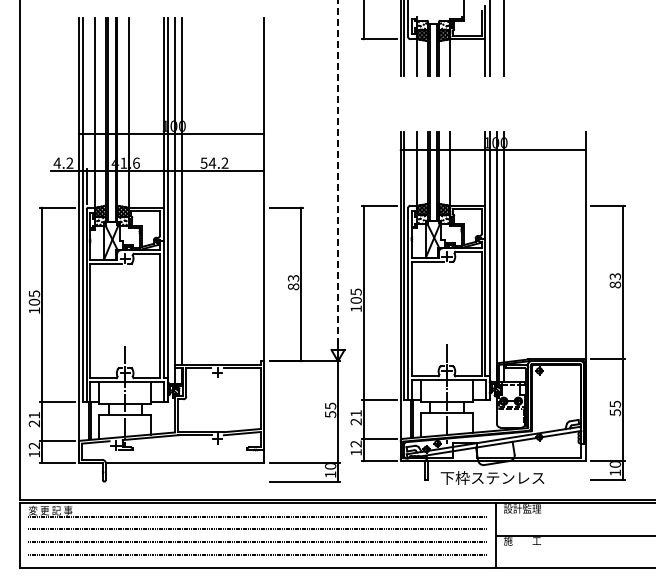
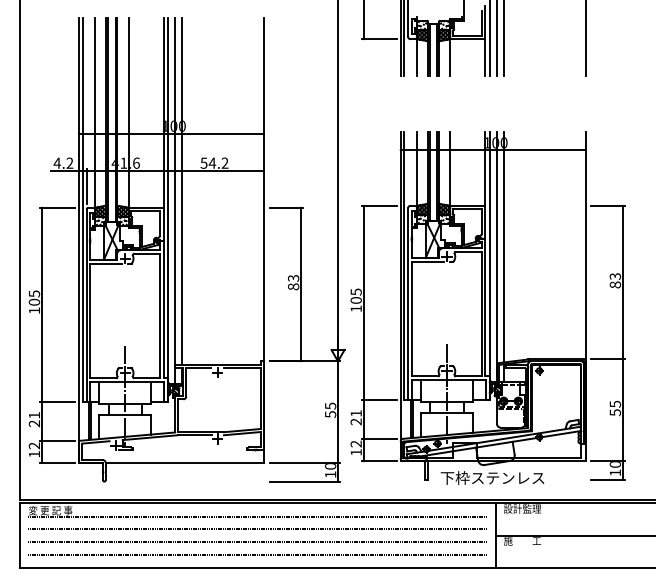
line at (496, 39): none -> present
line at (585, 39): none -> present
line at (338, 174): dashed -> solid
